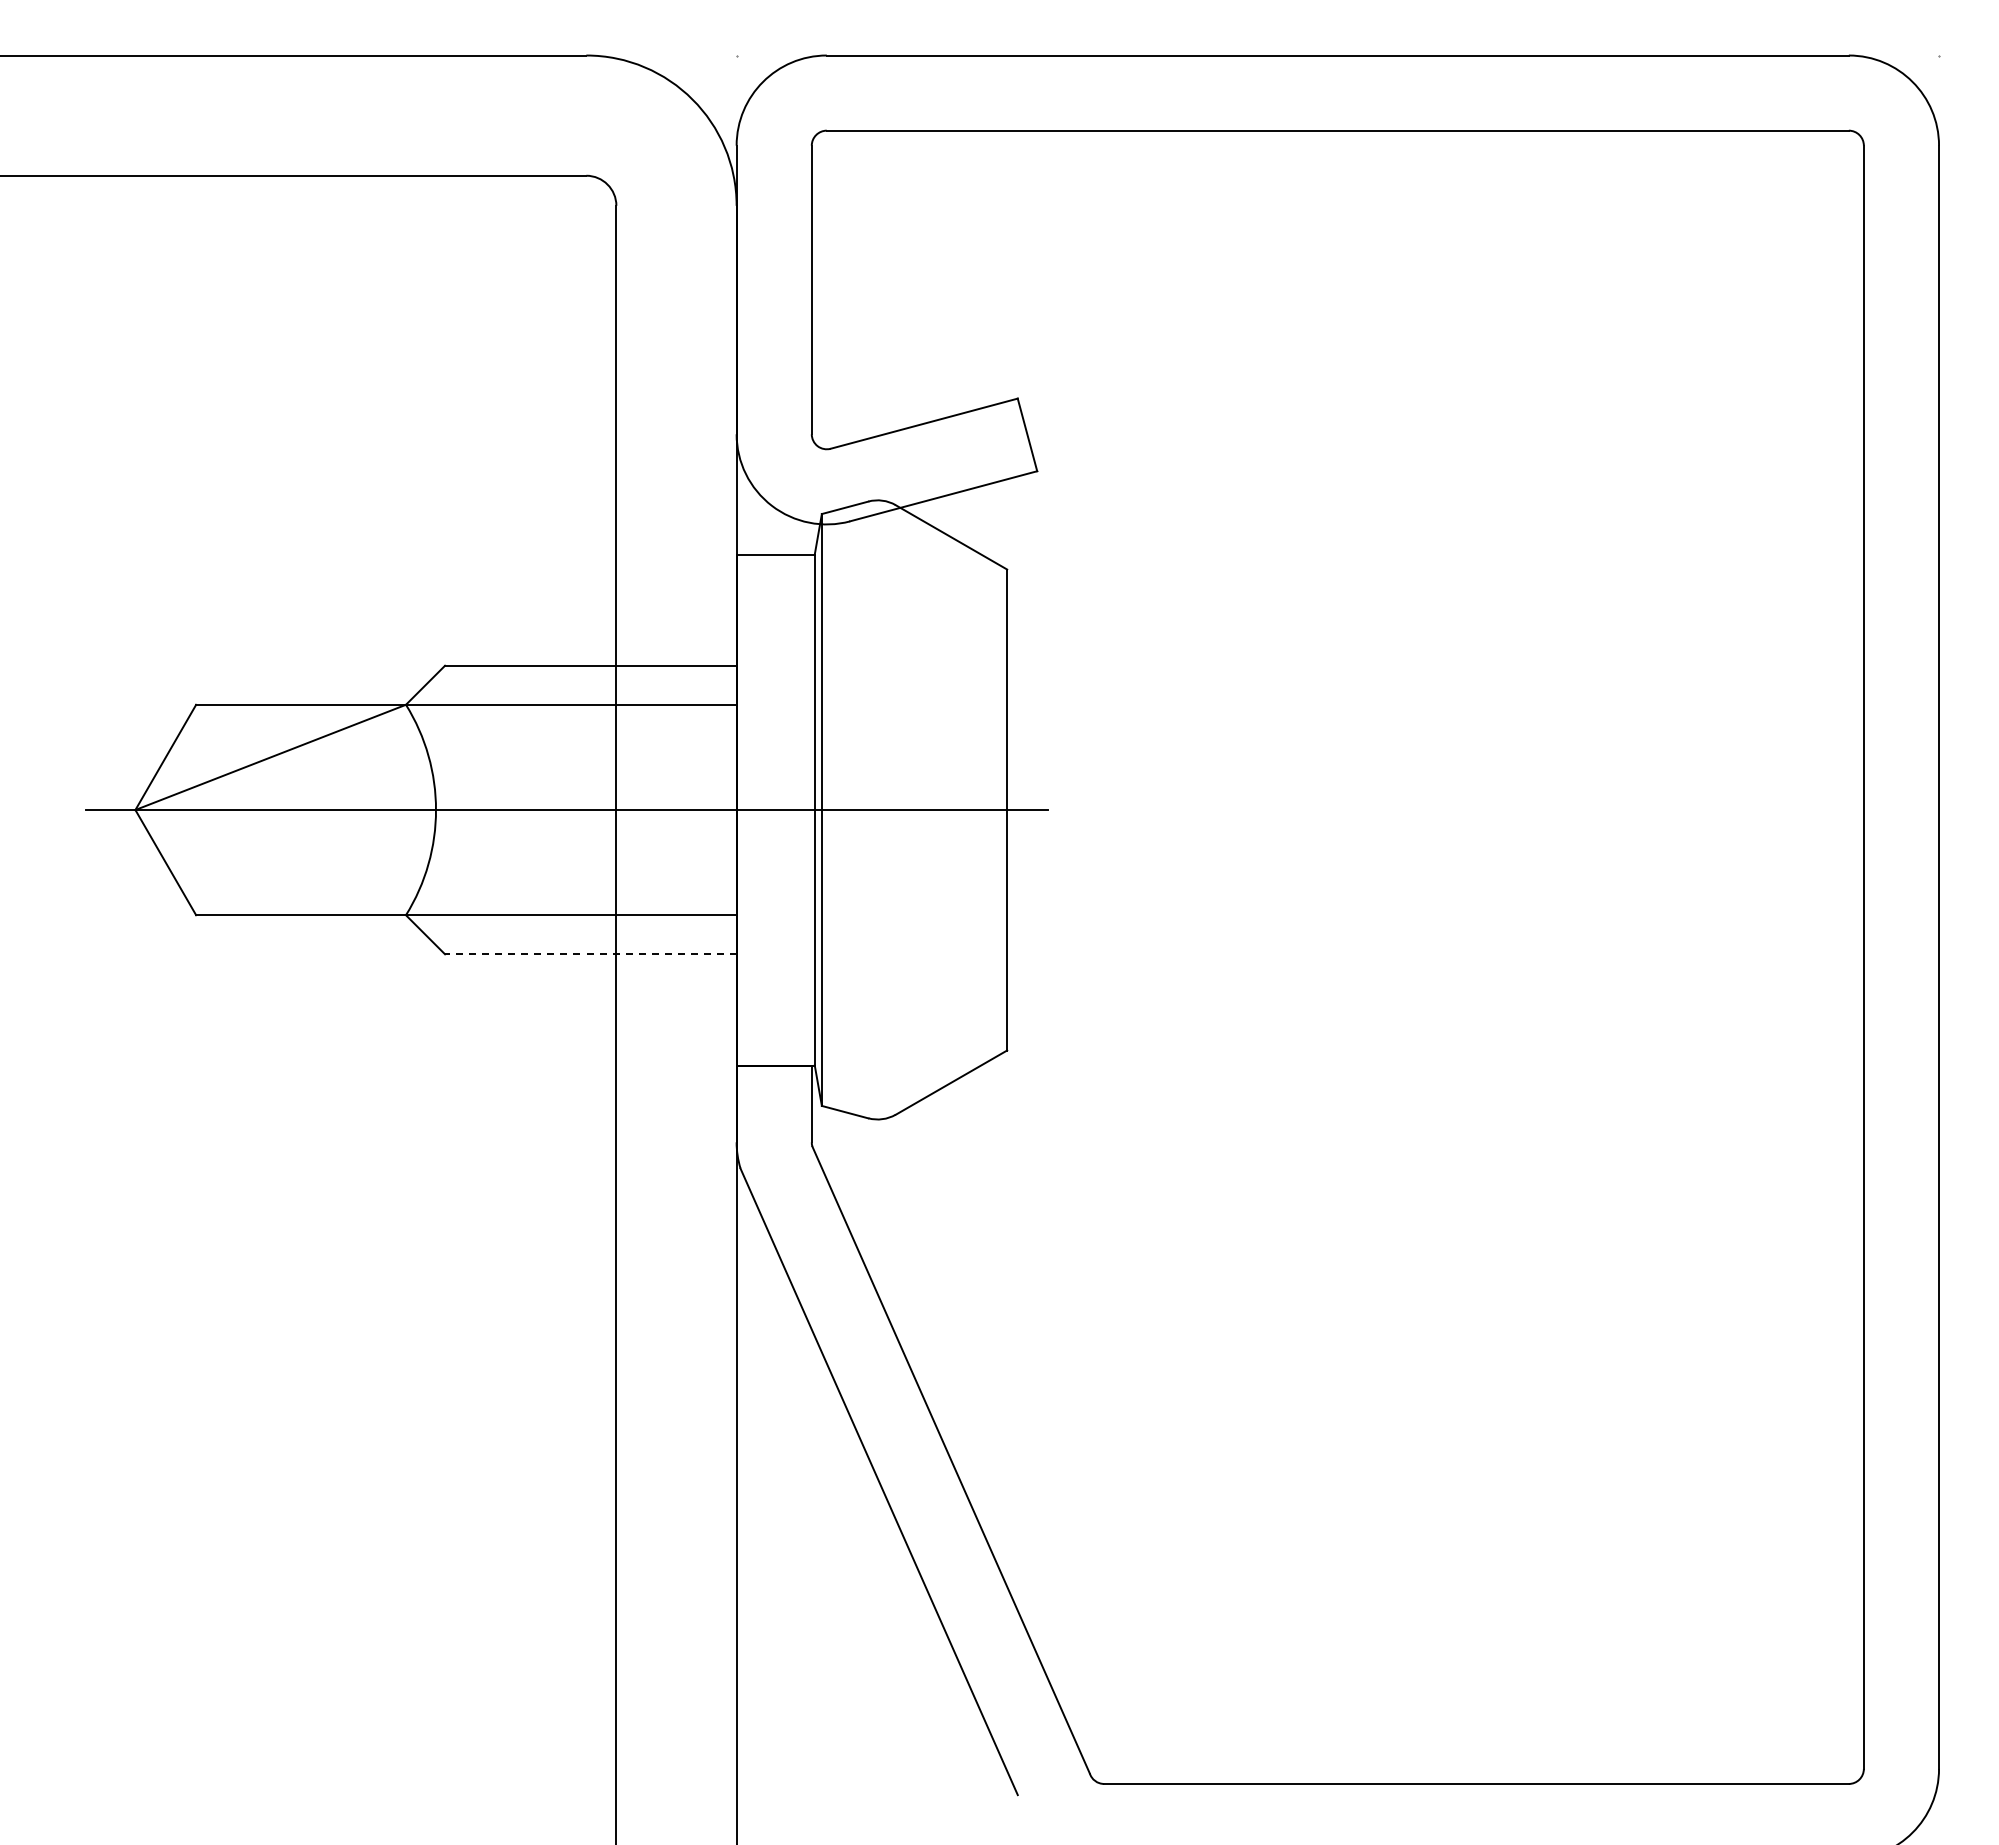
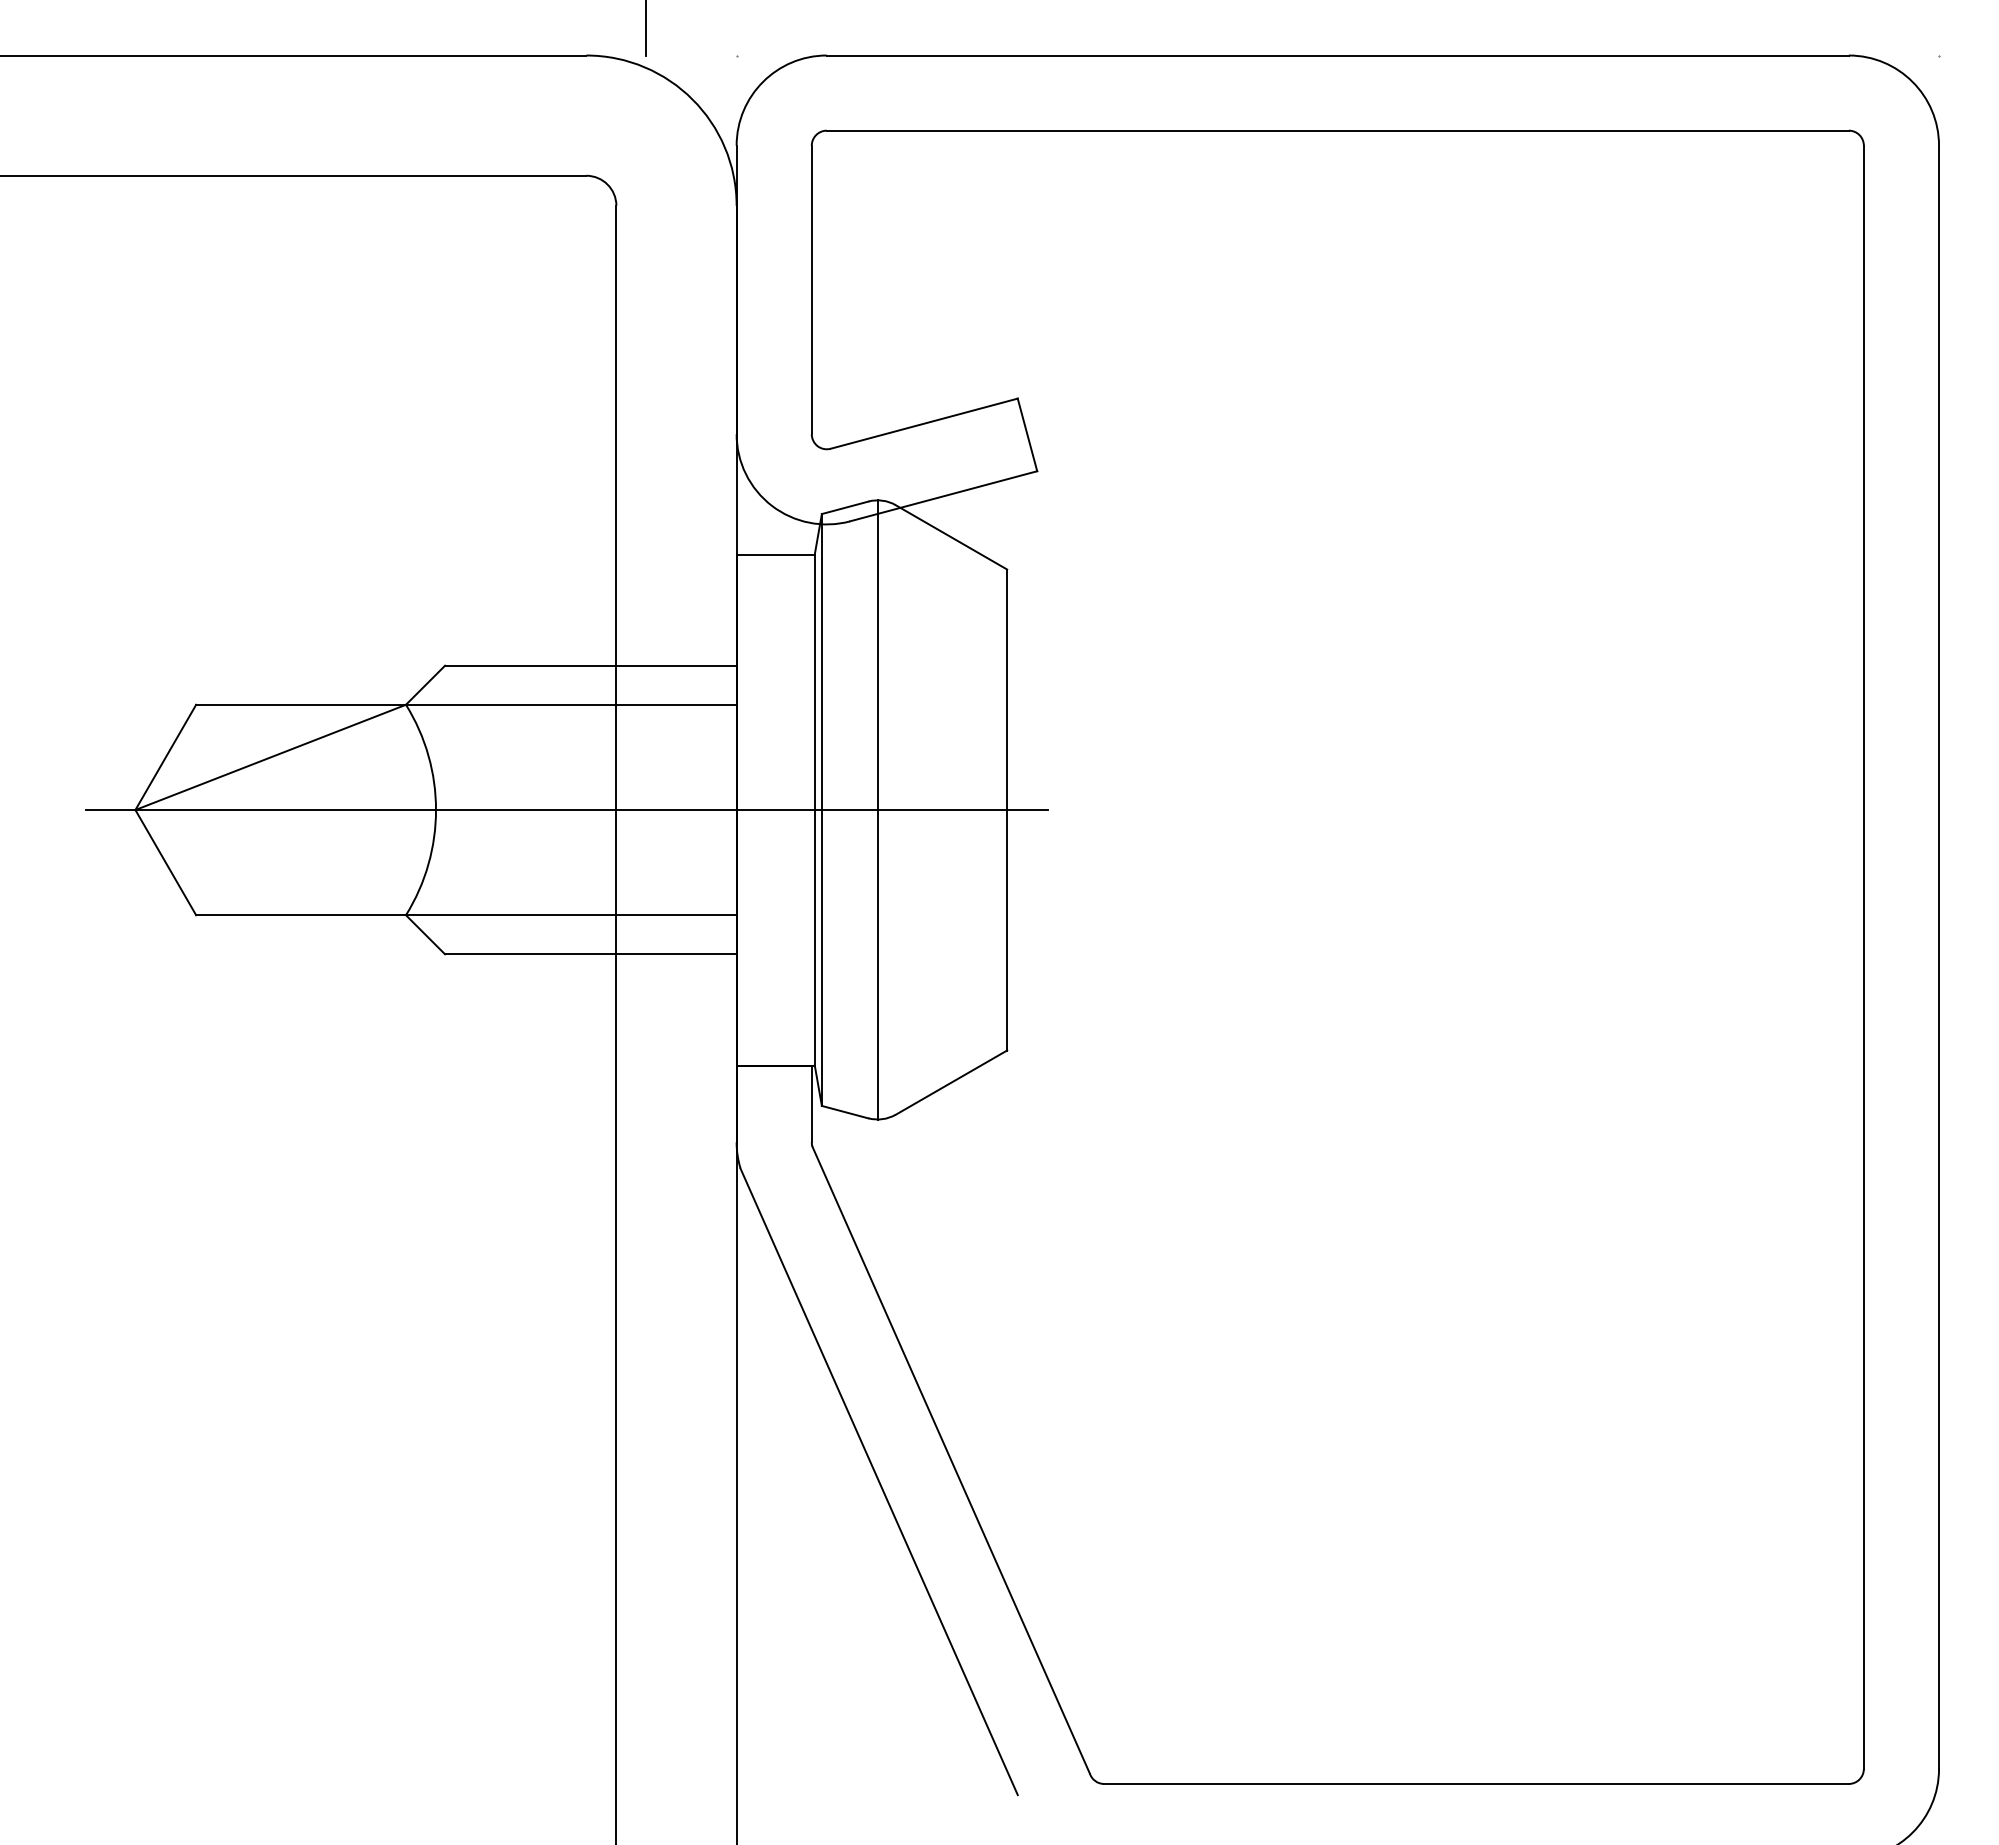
line at (646, 28): none -> present
line at (877, 809): none -> present
line at (590, 954): dashed -> solid
